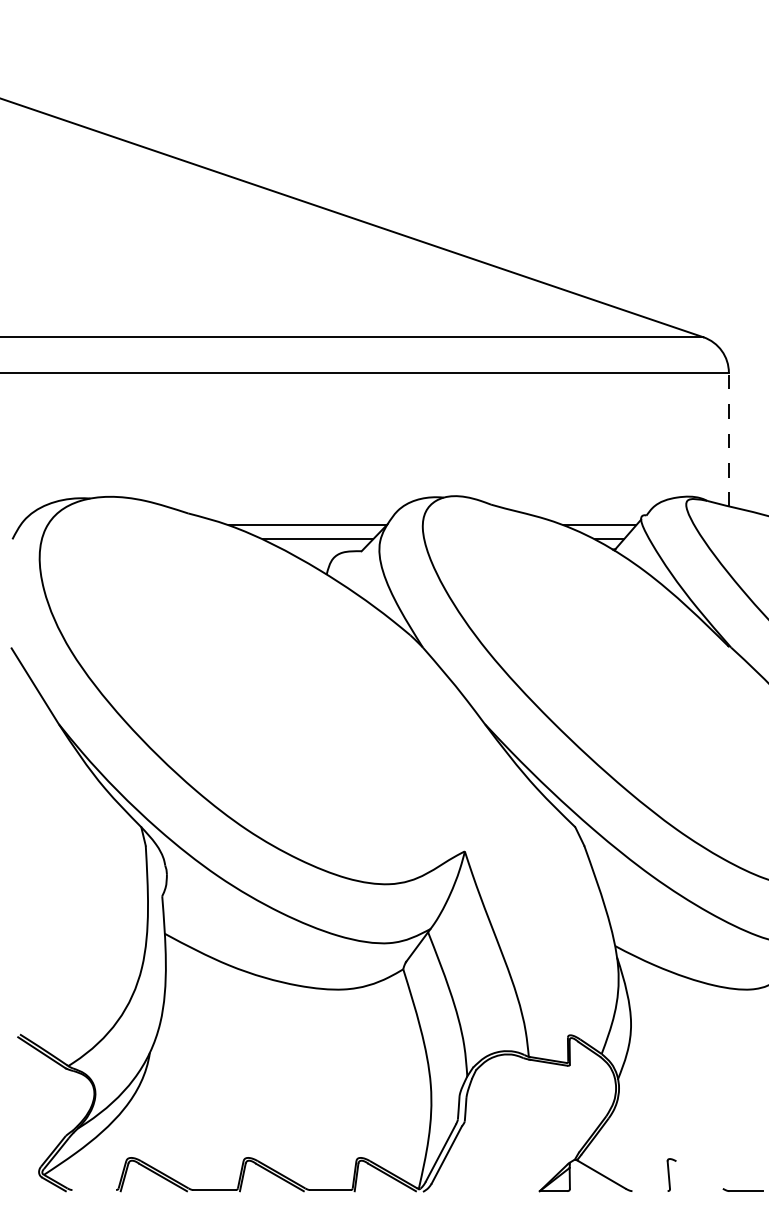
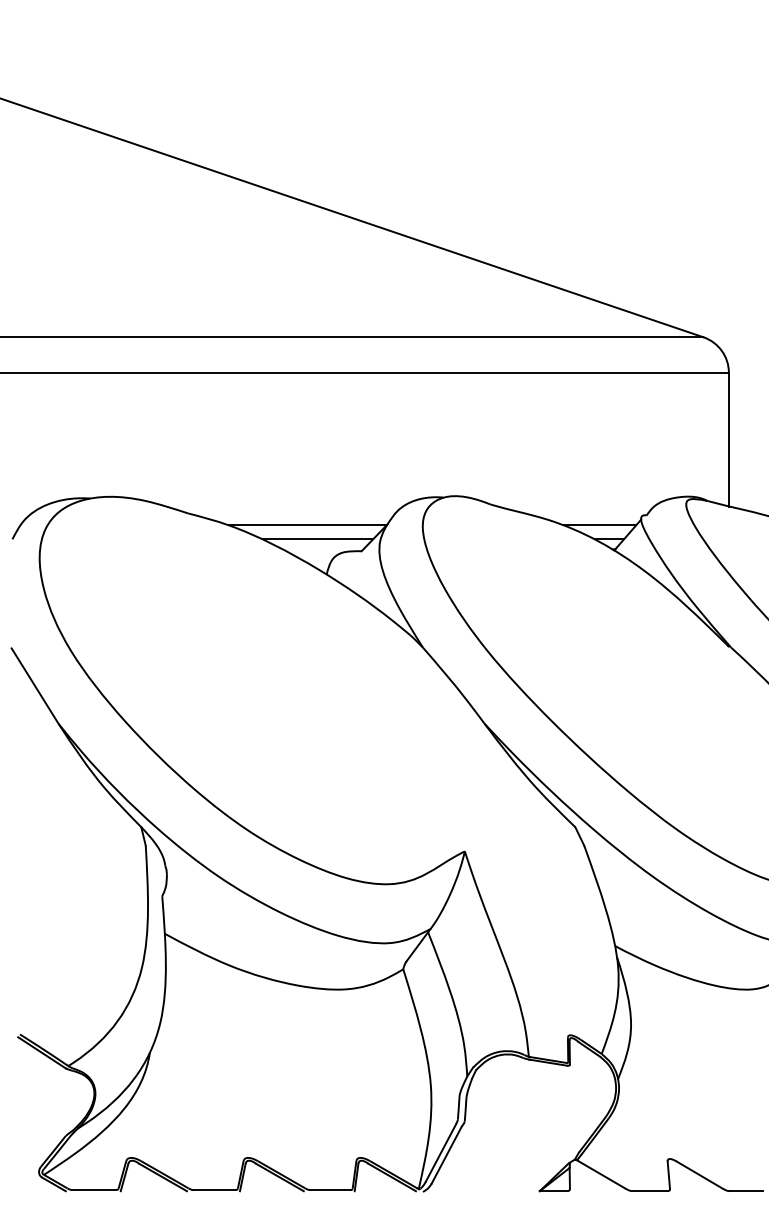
line at (728, 439): dashed -> solid
line at (699, 1174): none -> present
line at (94, 1190): none -> present
line at (649, 1191): none -> present
